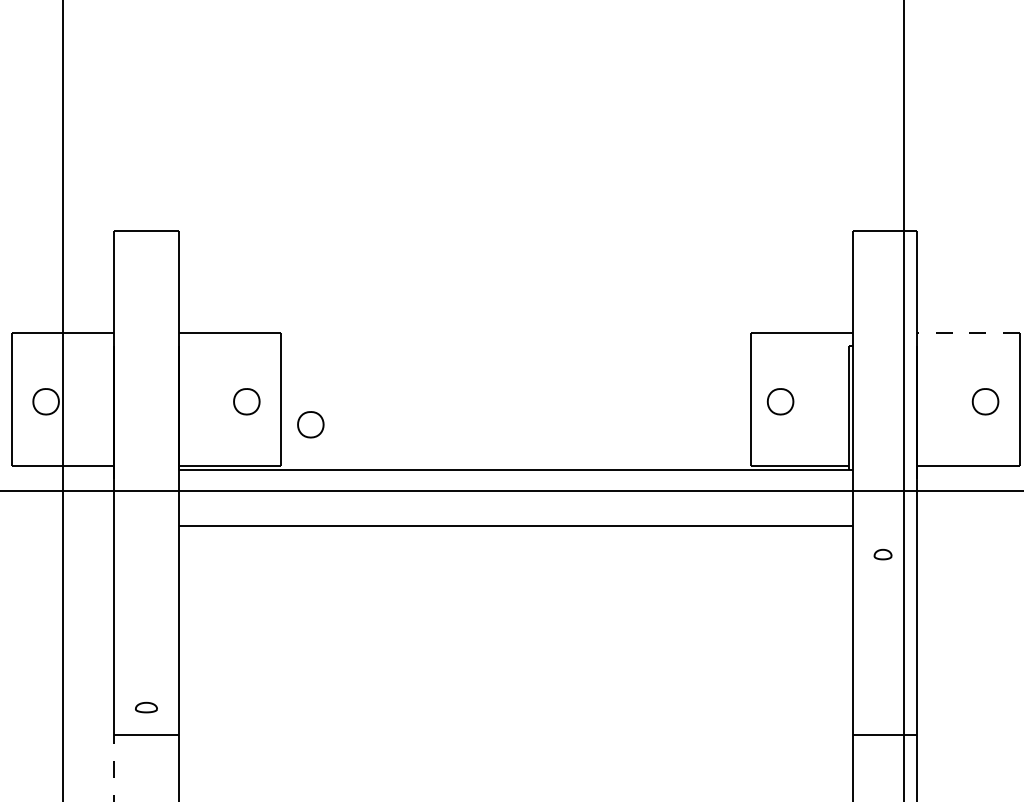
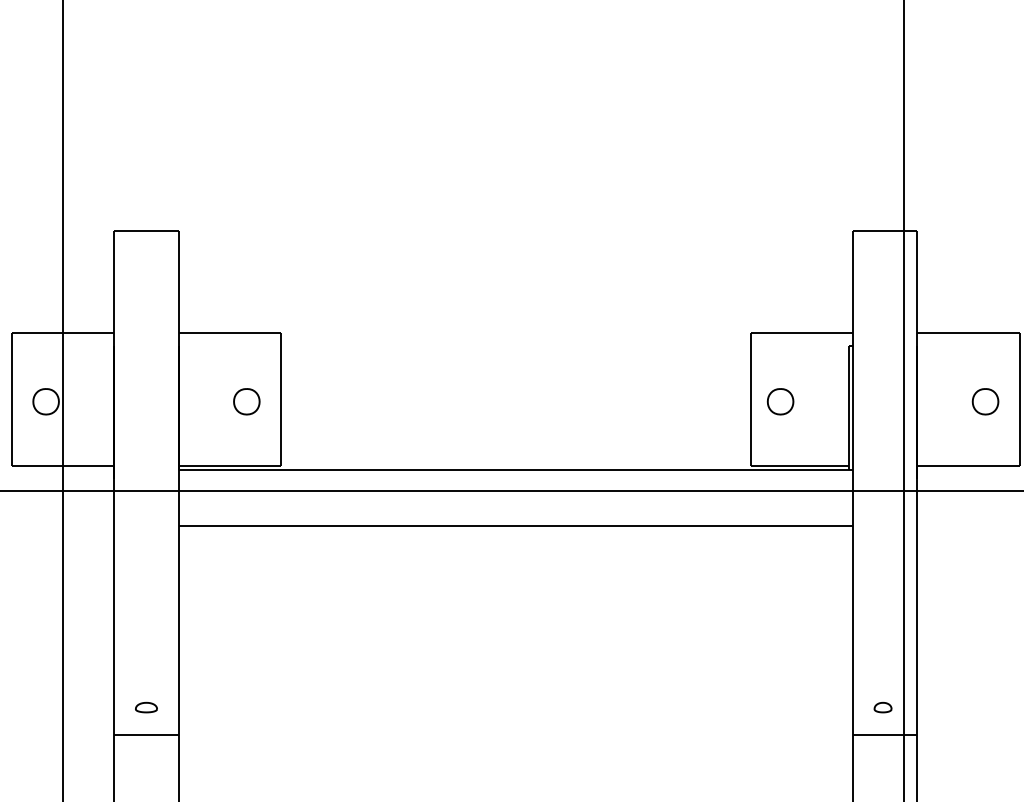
line at (968, 333): dashed -> solid
part at (310, 424): present -> none
part at (882, 554) position: (882, 554) -> (882, 707)
line at (114, 767): dashed -> solid
